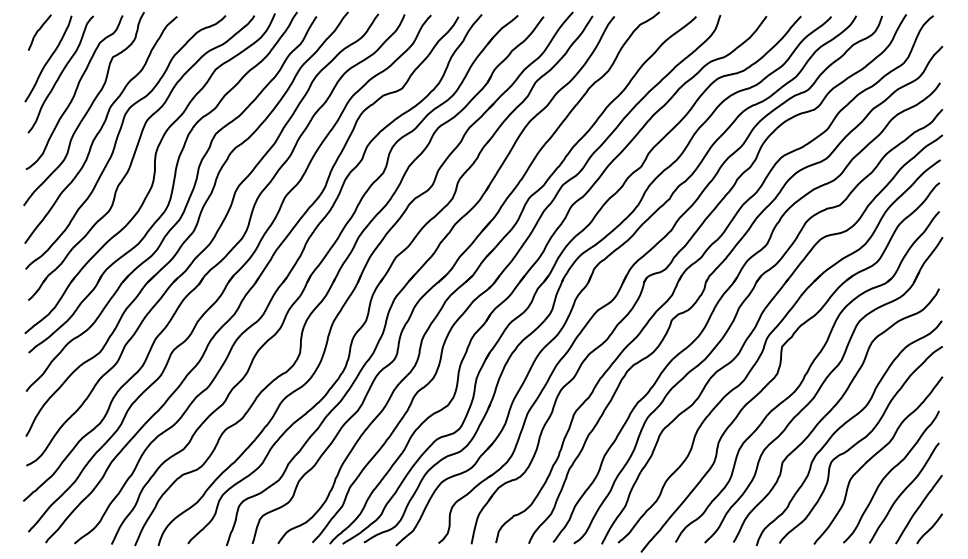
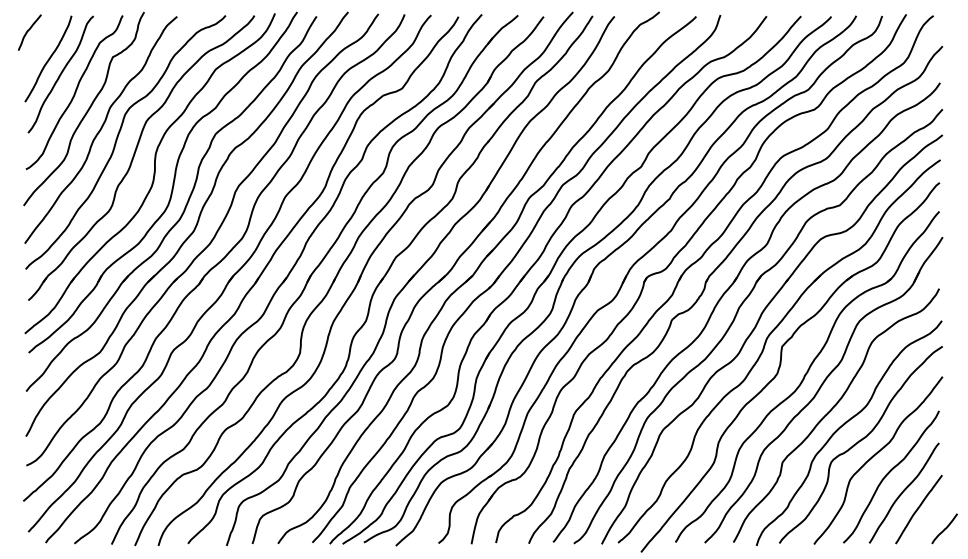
curve at (38, 31) position: (38, 31) -> (28, 31)
curve at (929, 528) position: (929, 528) -> (944, 528)
